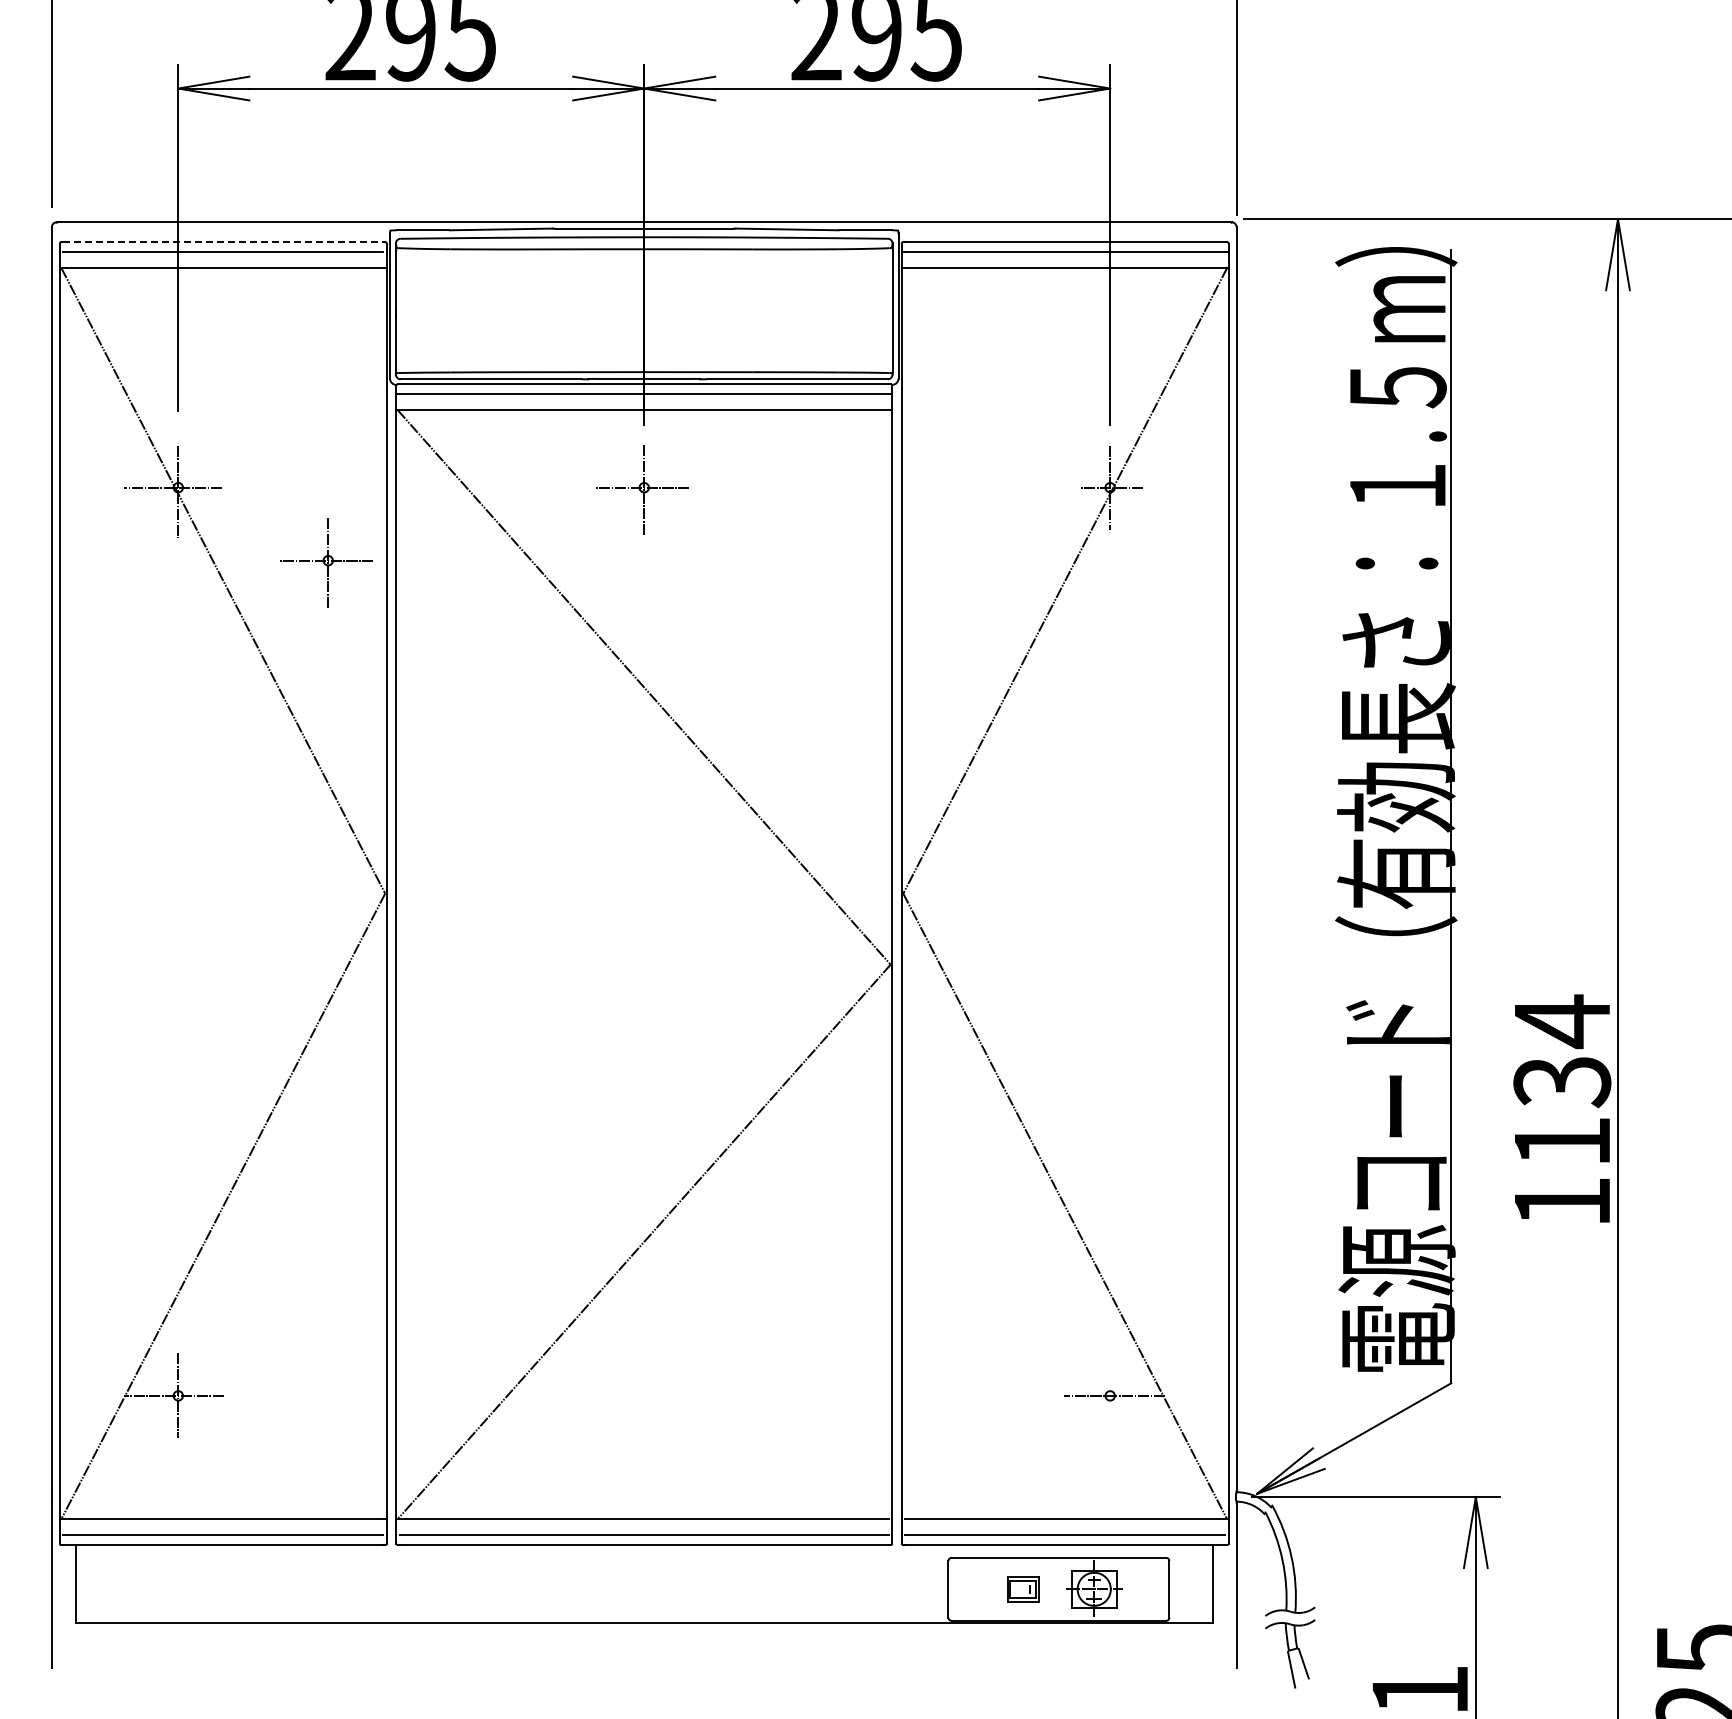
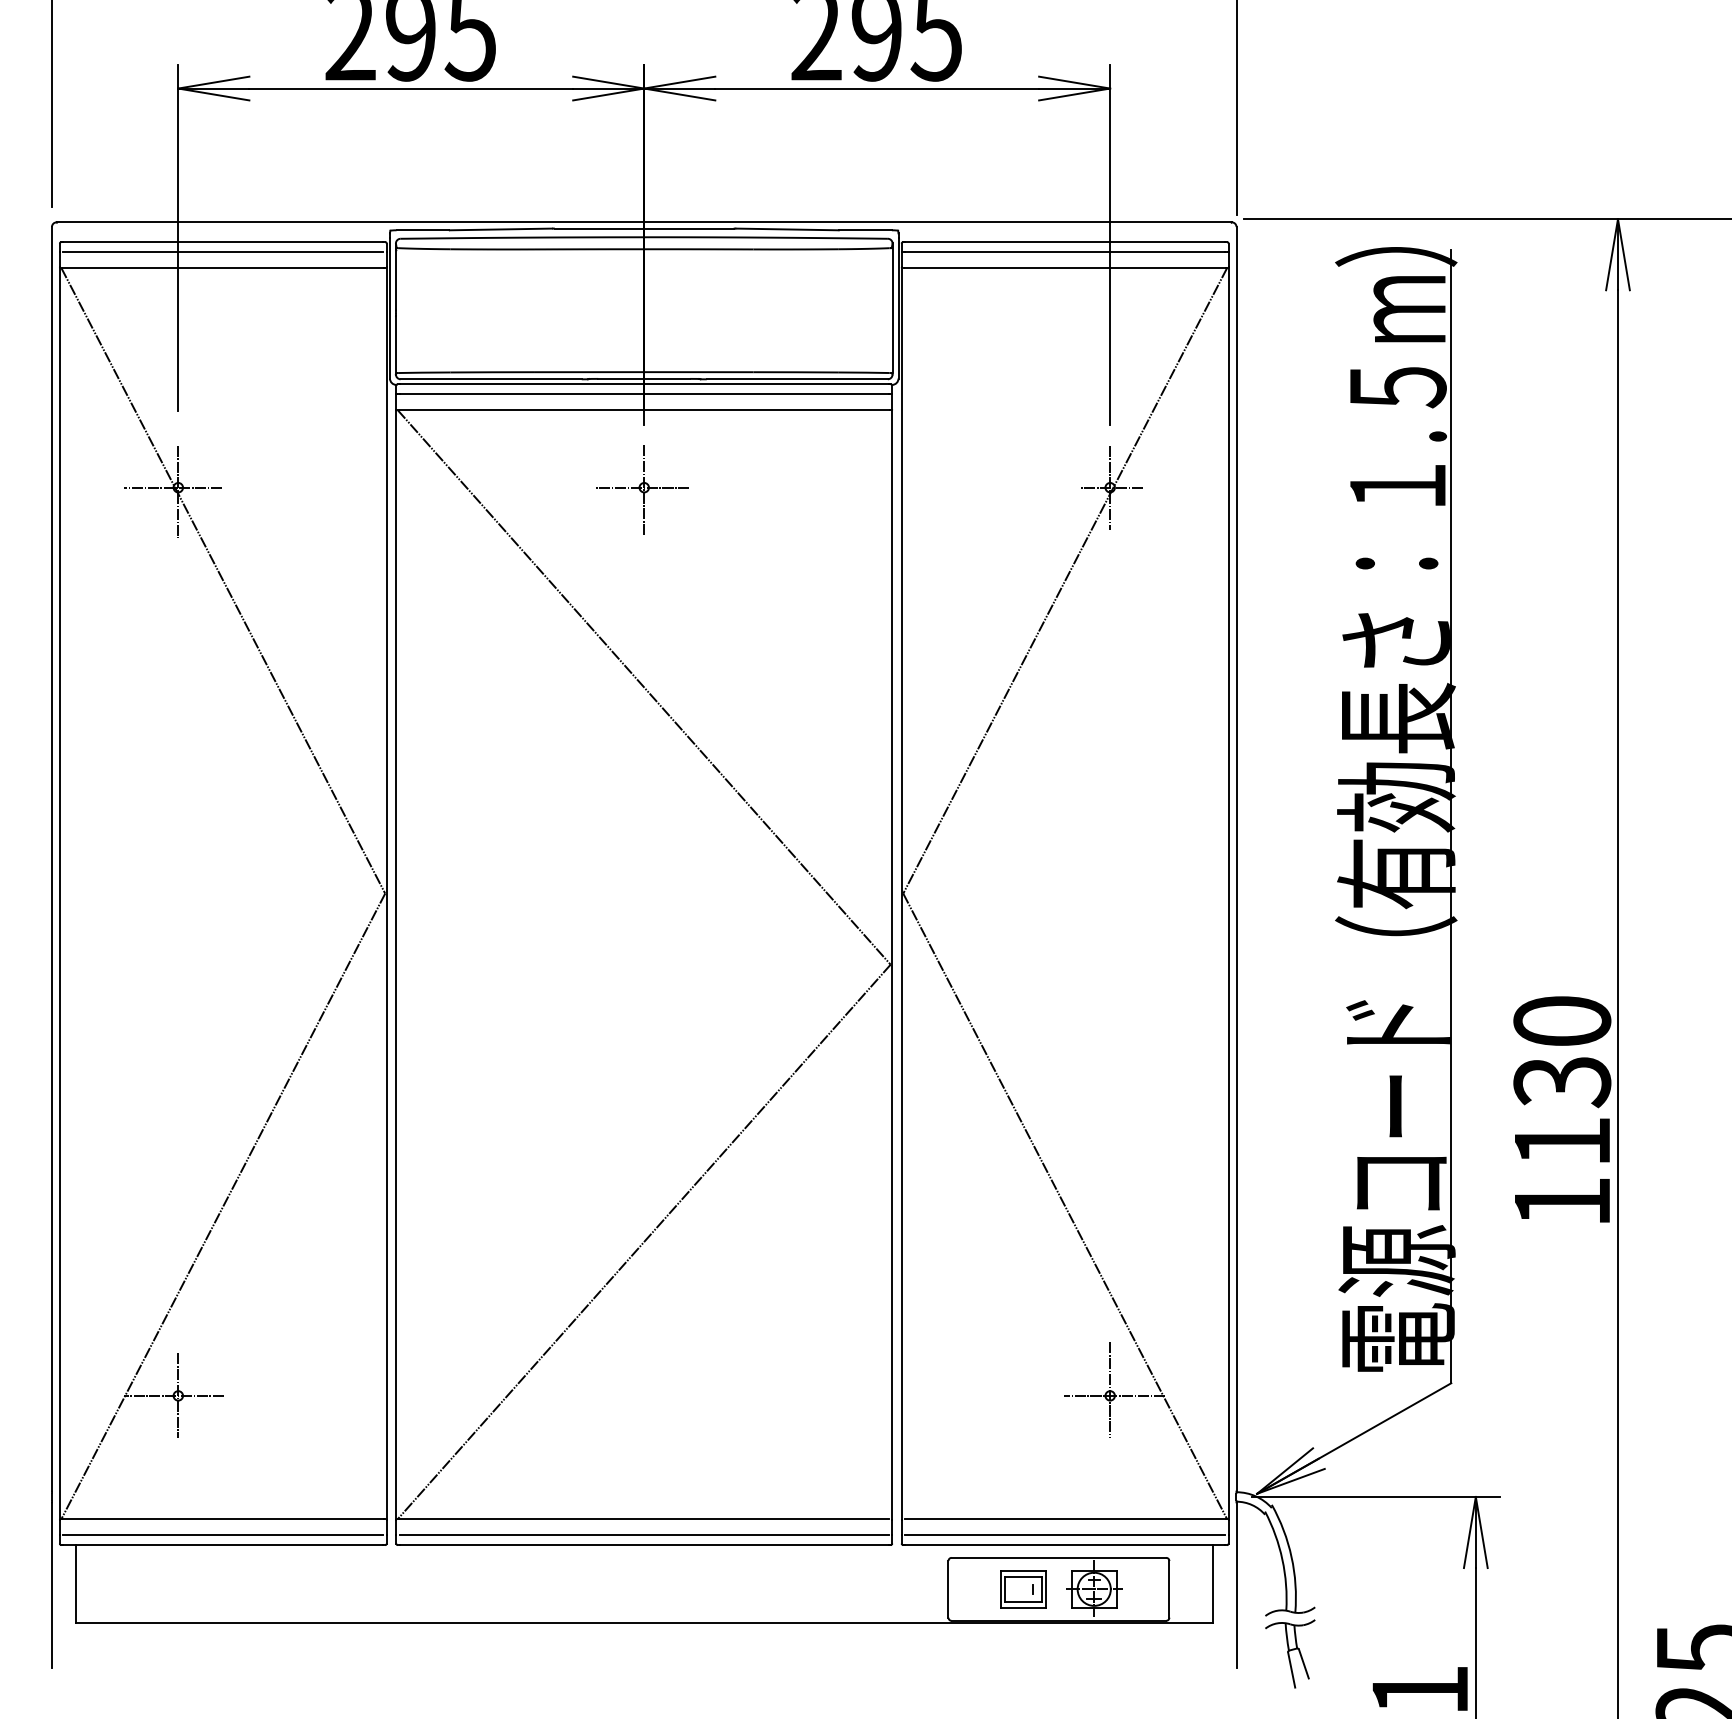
line at (223, 242): dashed -> solid
part at (326, 562): present -> none
text at (1562, 1021): 1134 -> 1130
line at (1110, 1389): none -> present
part at (1023, 1589) size: 33x27 px -> 47x39 px
